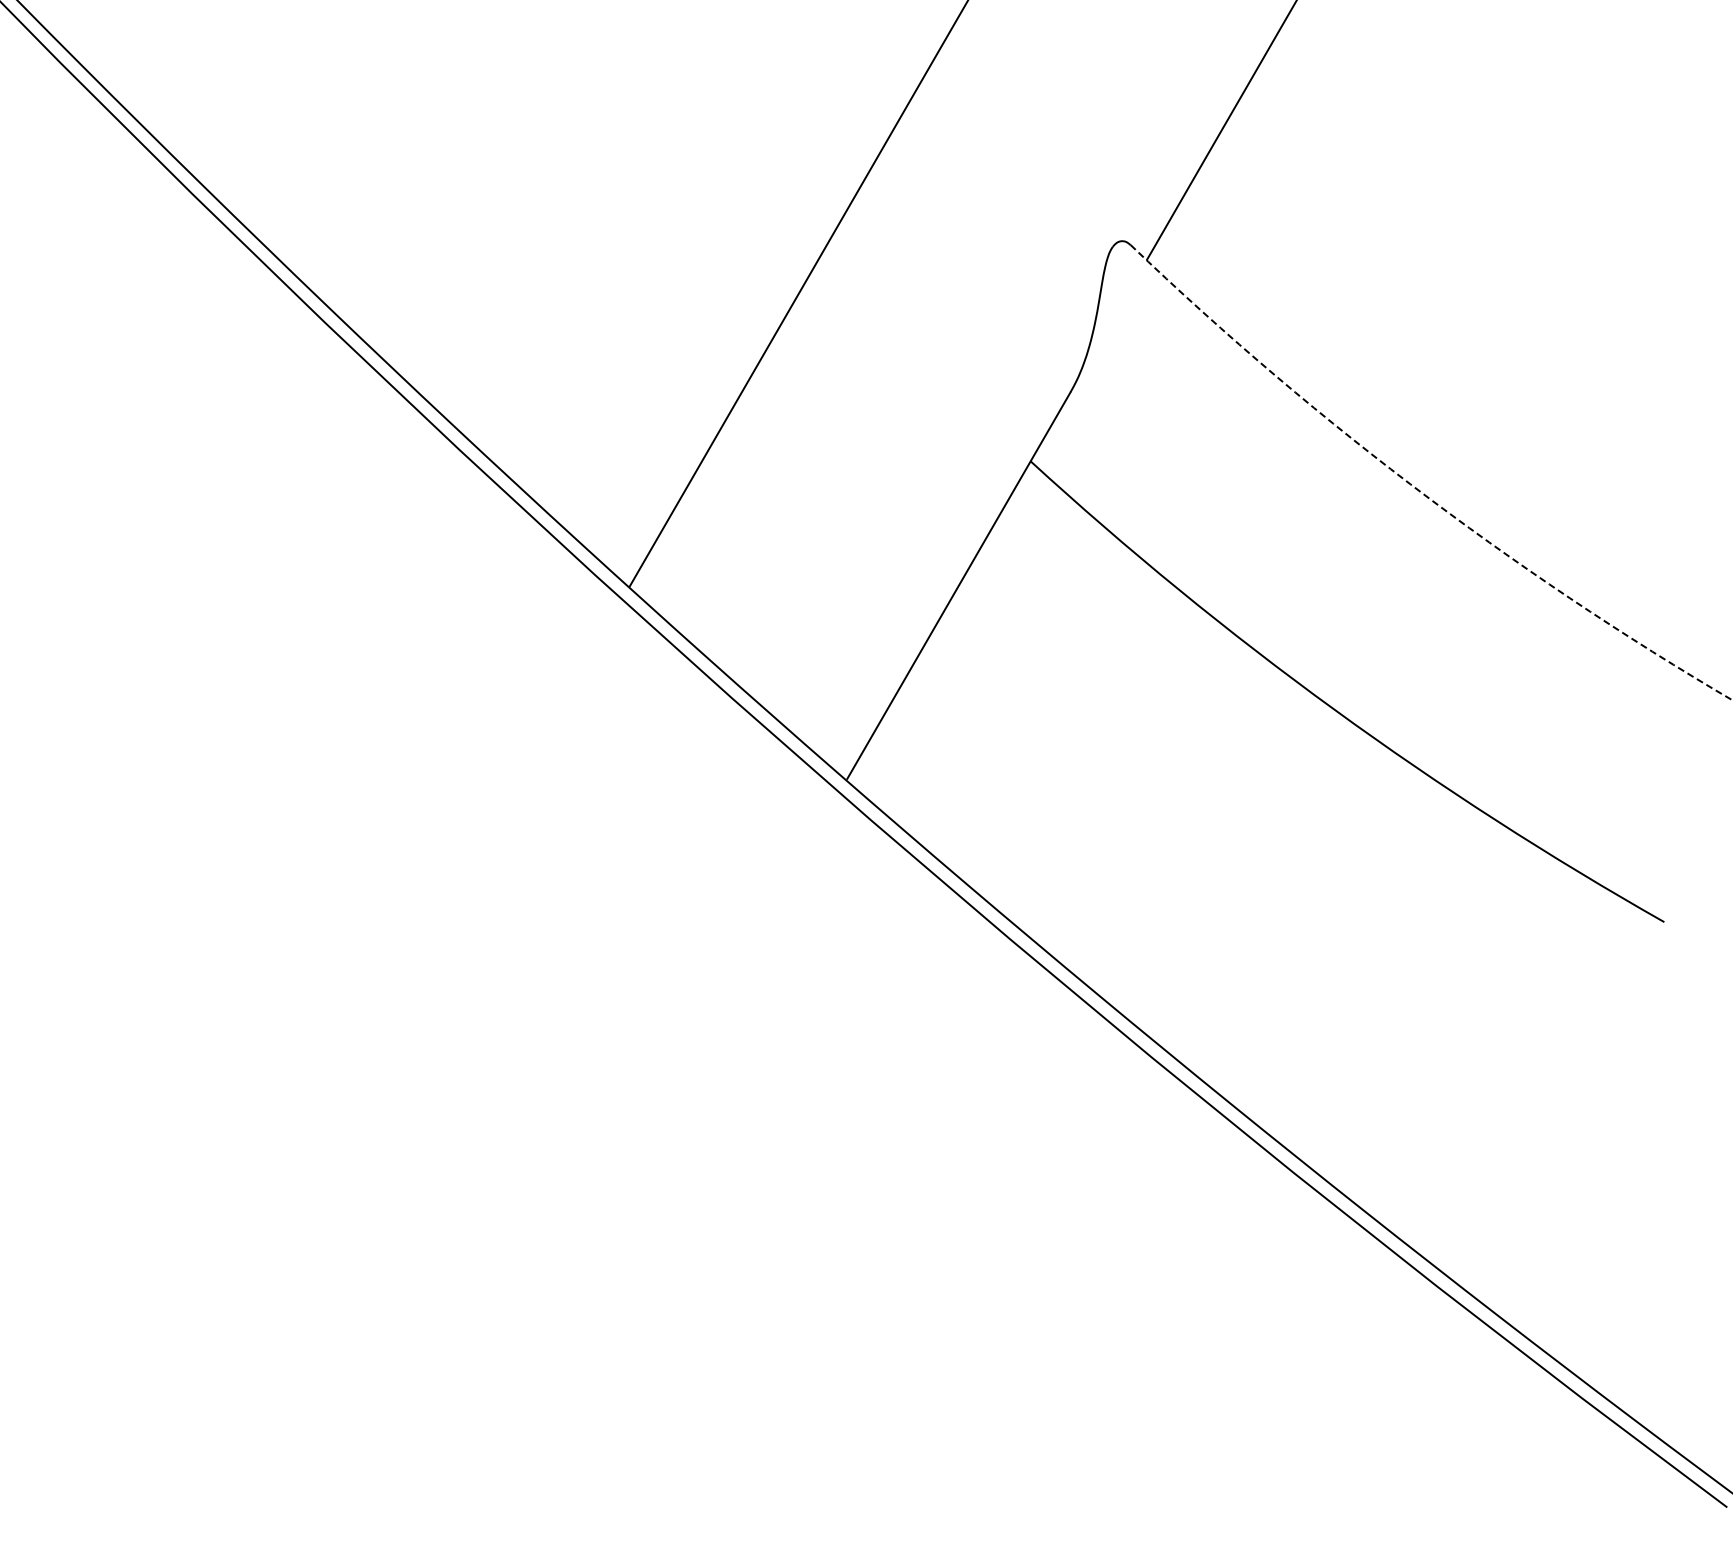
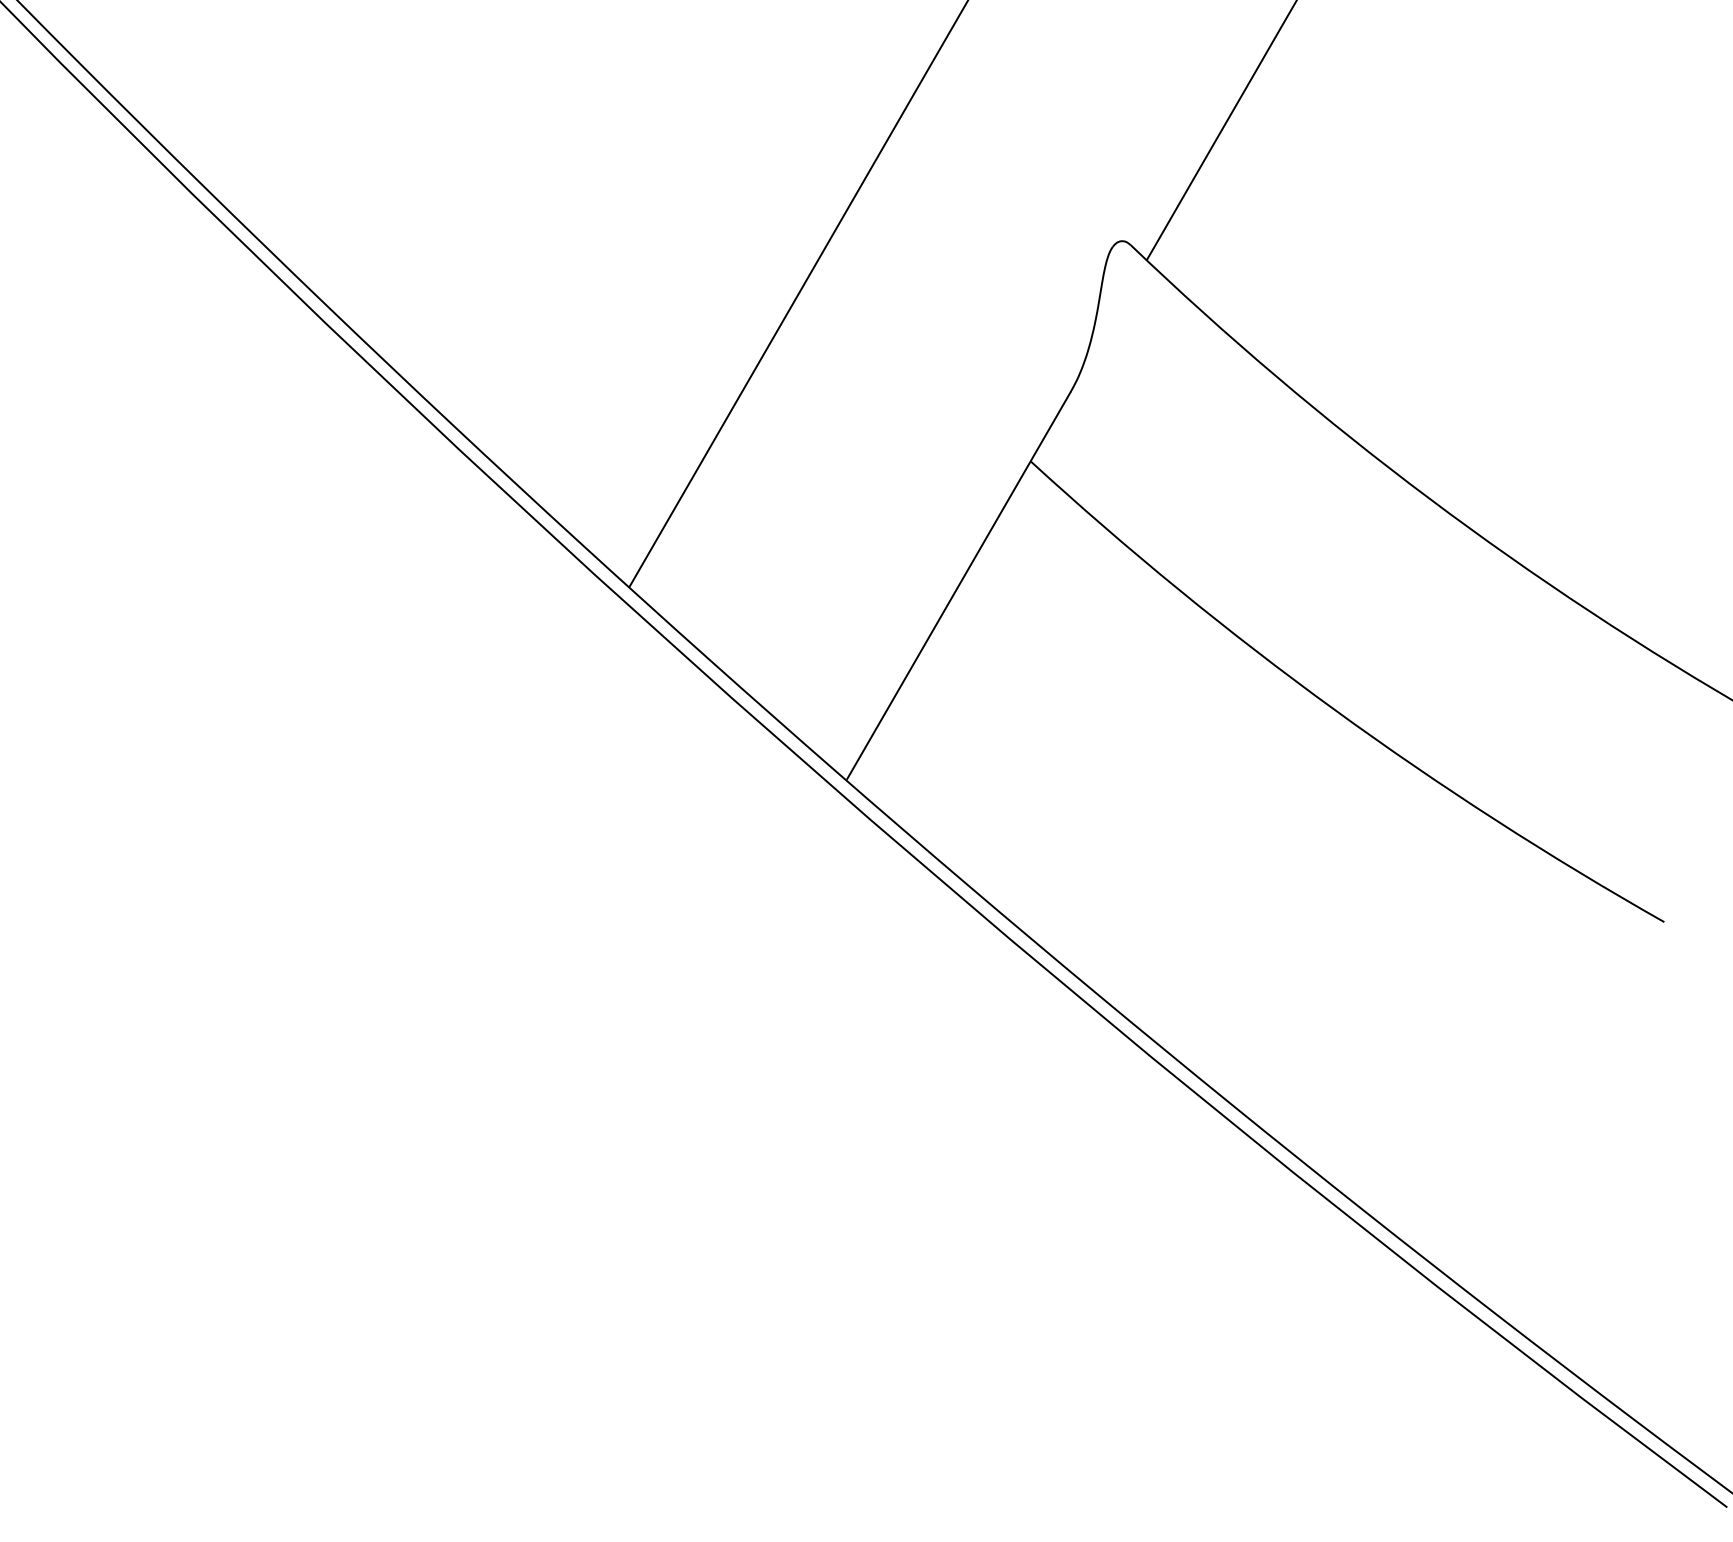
arc at (1418, 490): dashed -> solid
